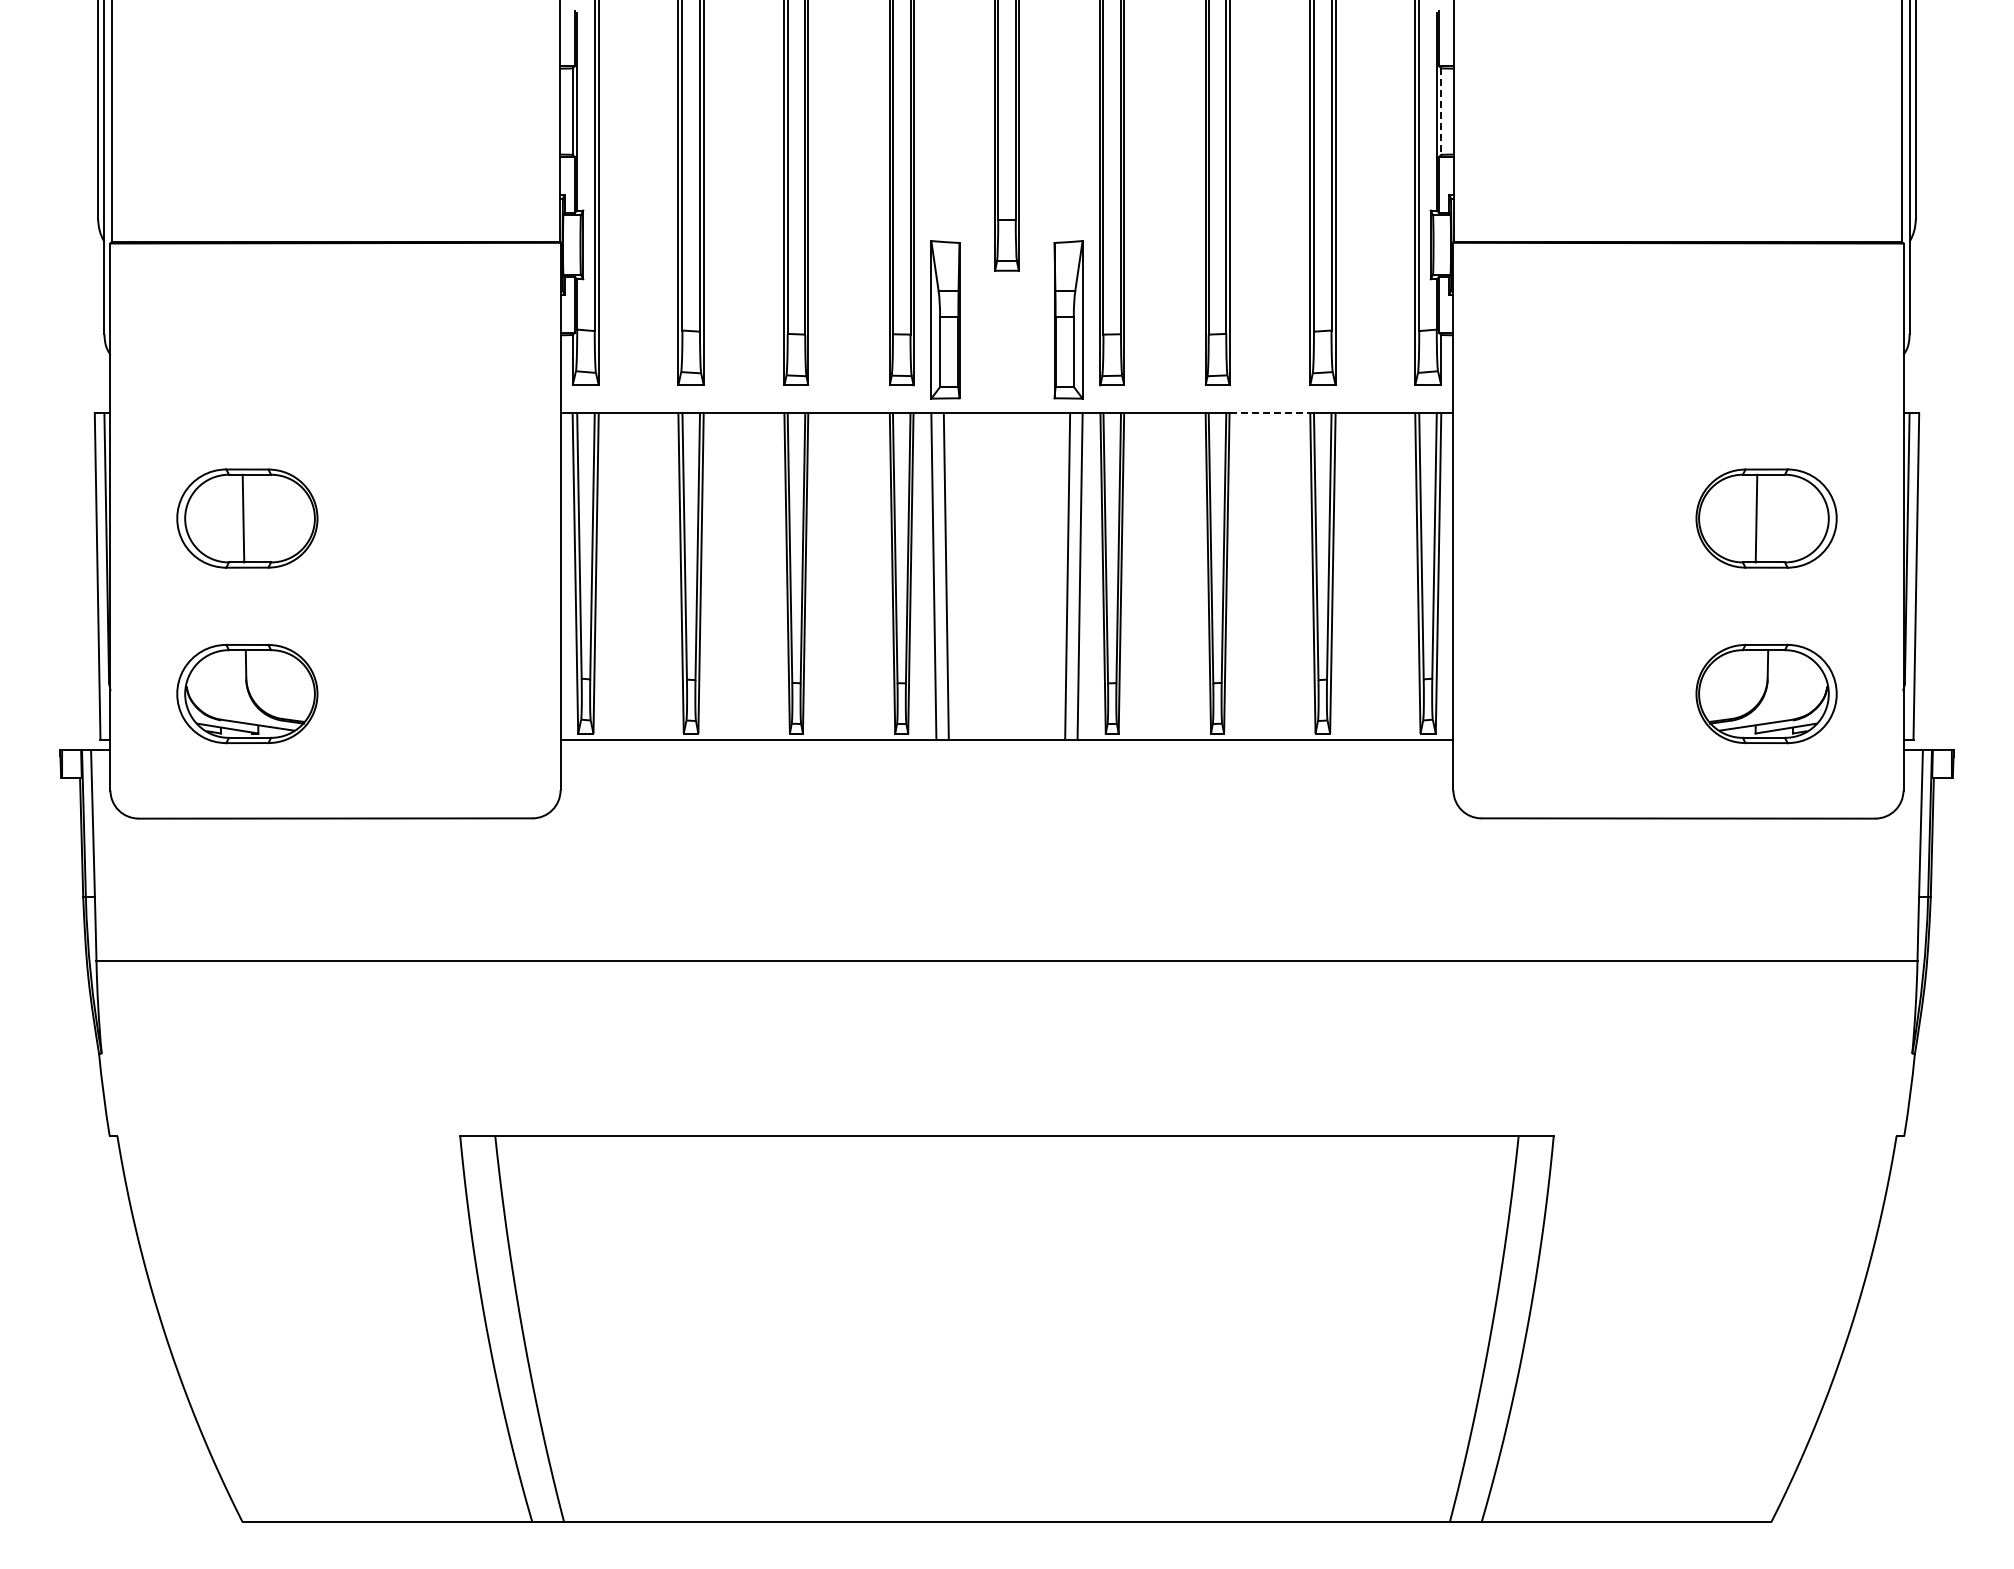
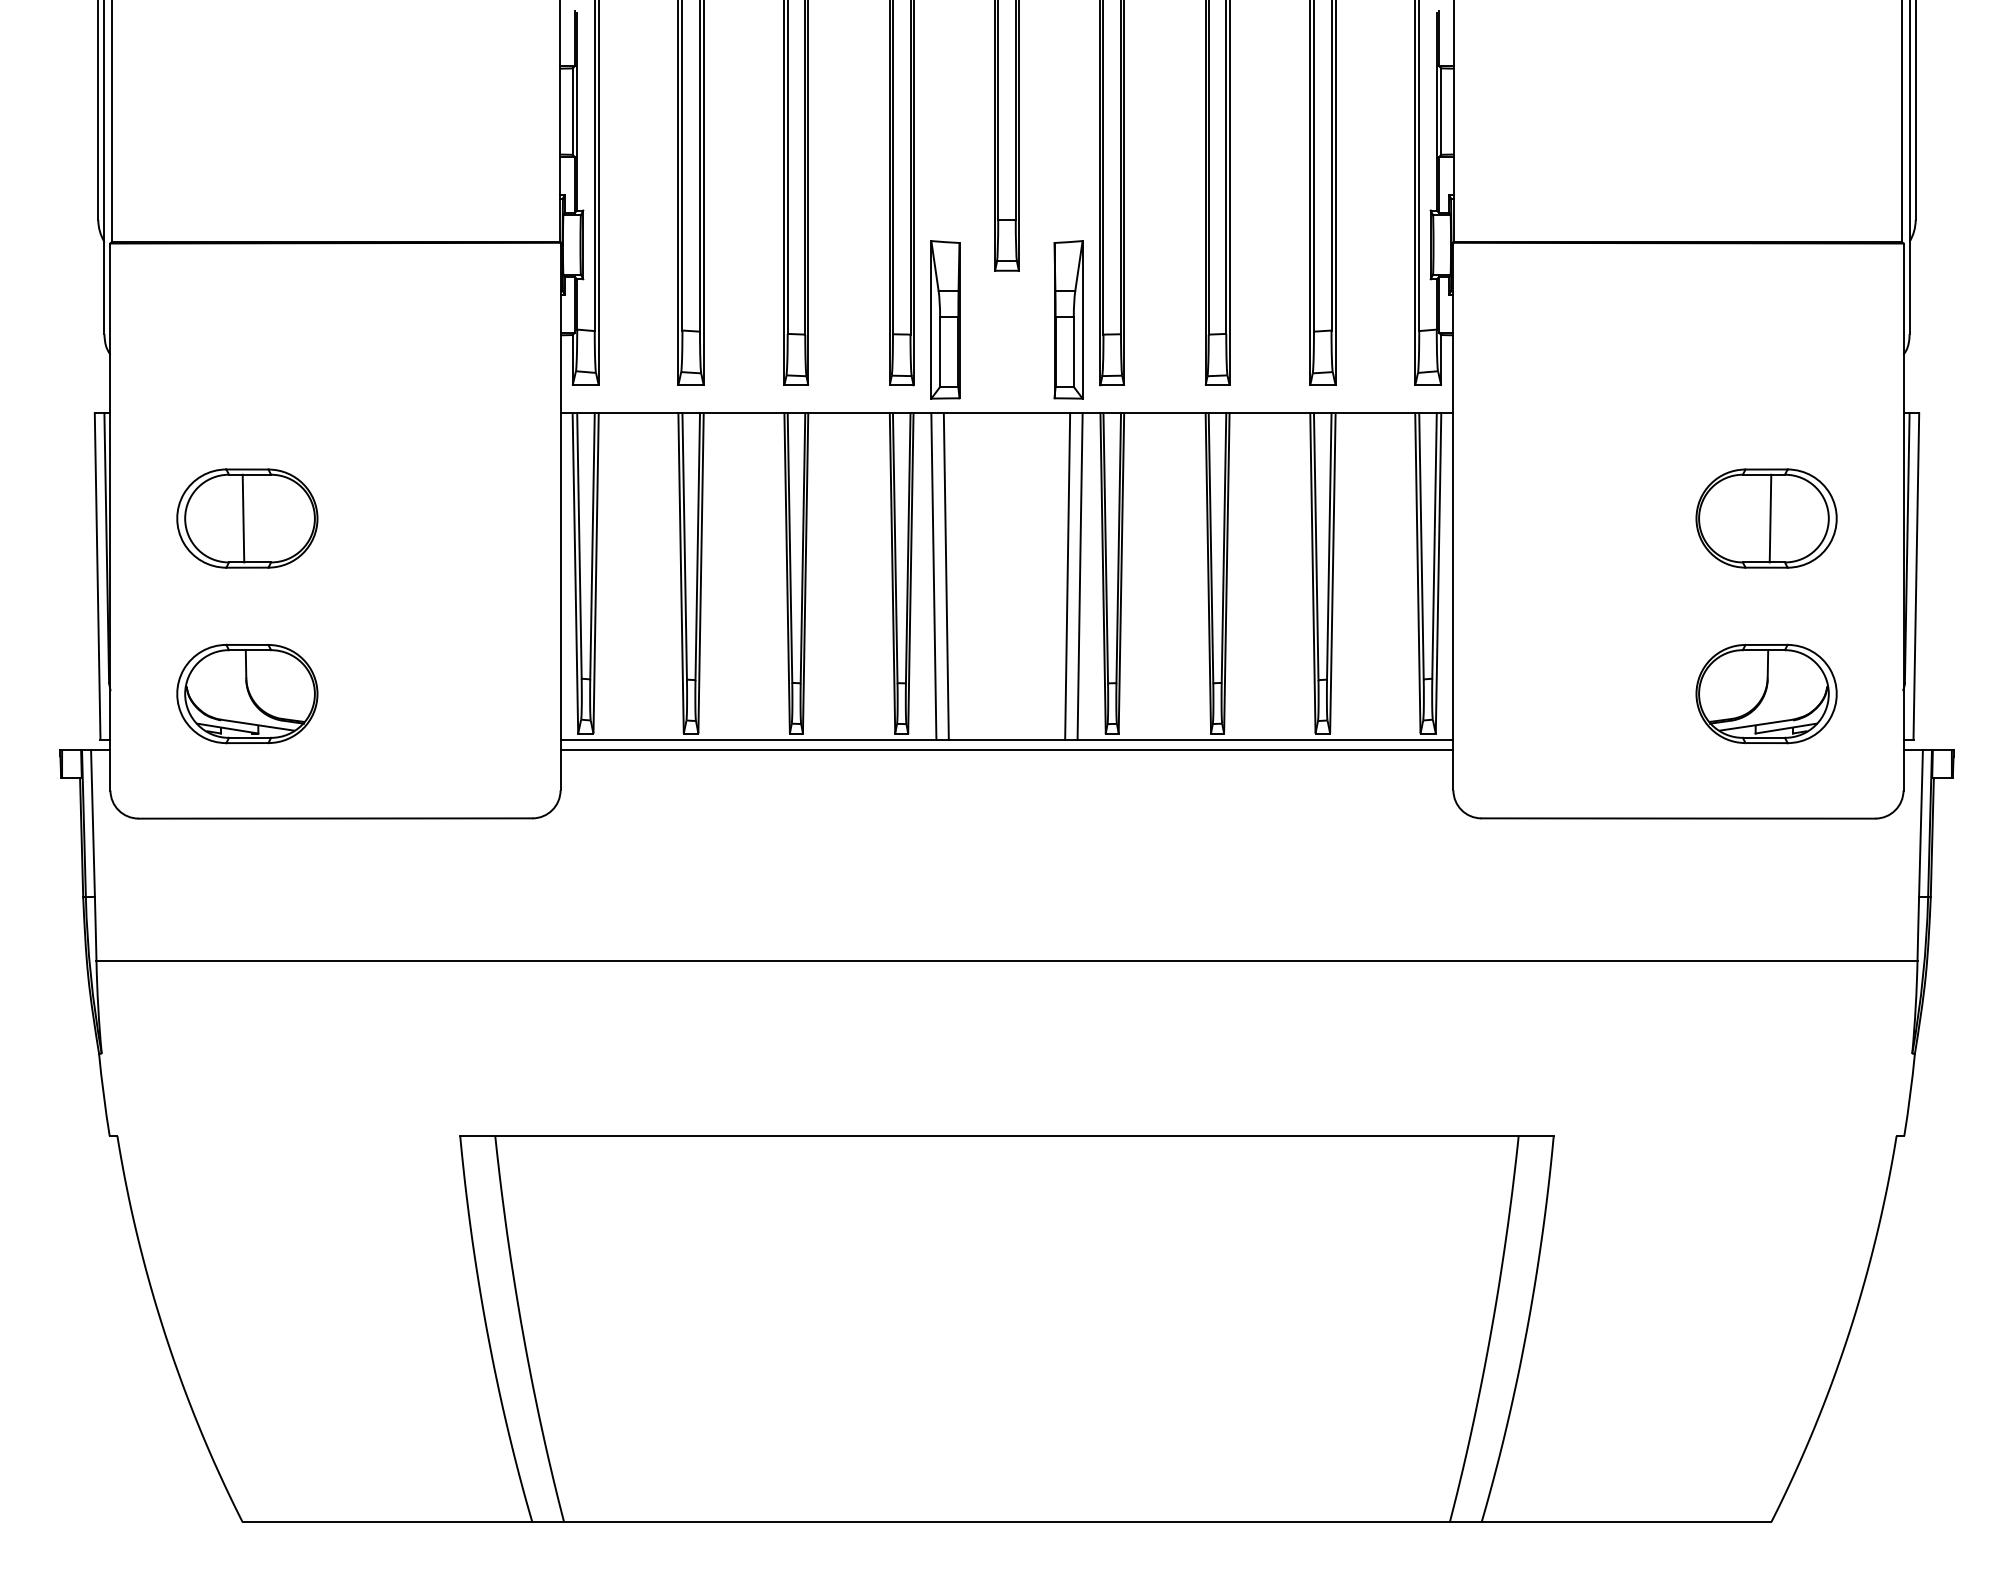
line at (1441, 112): dashed -> solid
line at (1270, 413): dashed -> solid
line at (1756, 518) position: (1756, 518) -> (1770, 518)
line at (1006, 750): none -> present
